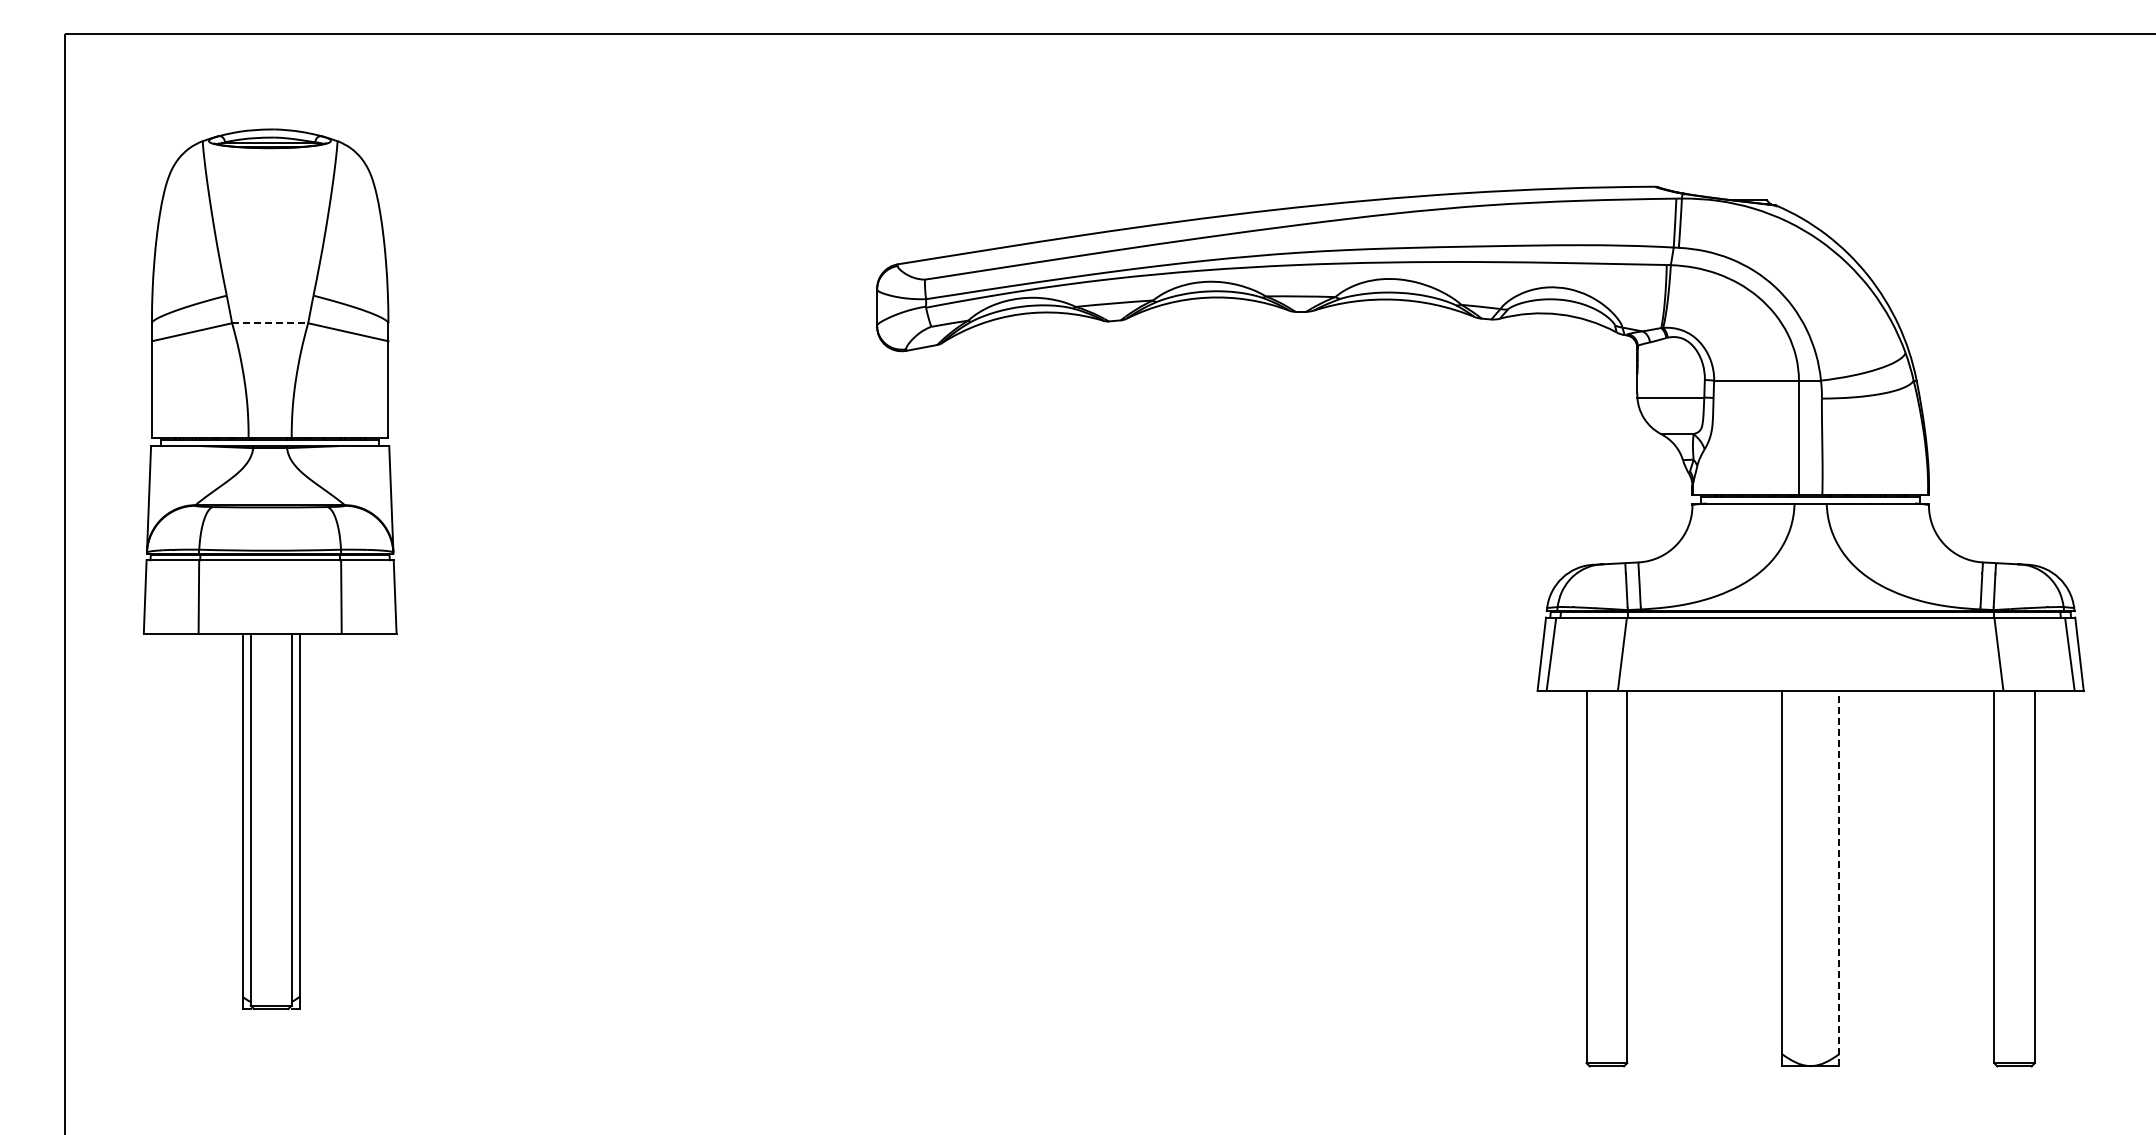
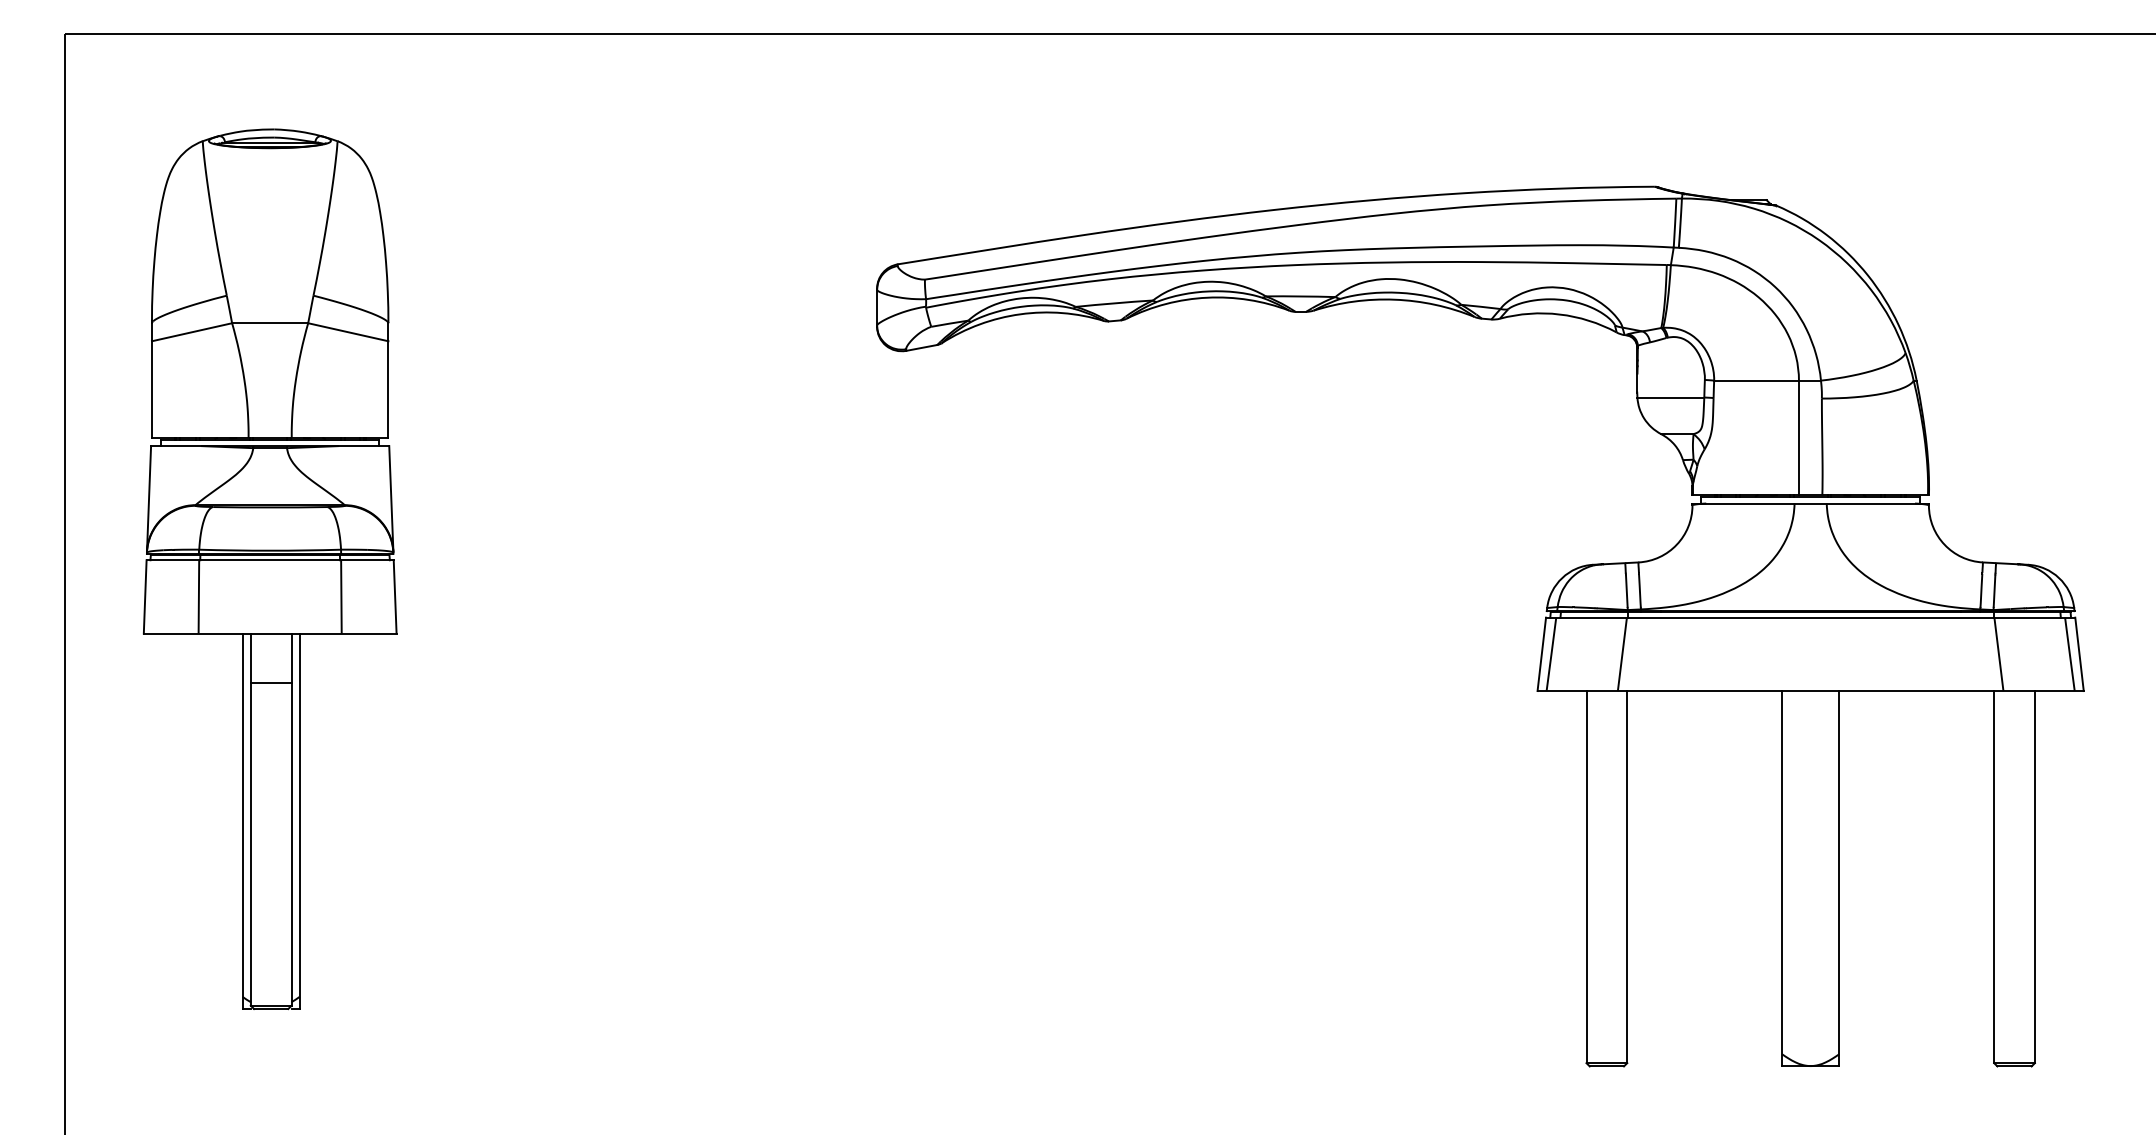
line at (270, 323): dashed -> solid
line at (270, 682): none -> present
line at (1839, 878): dashed -> solid
